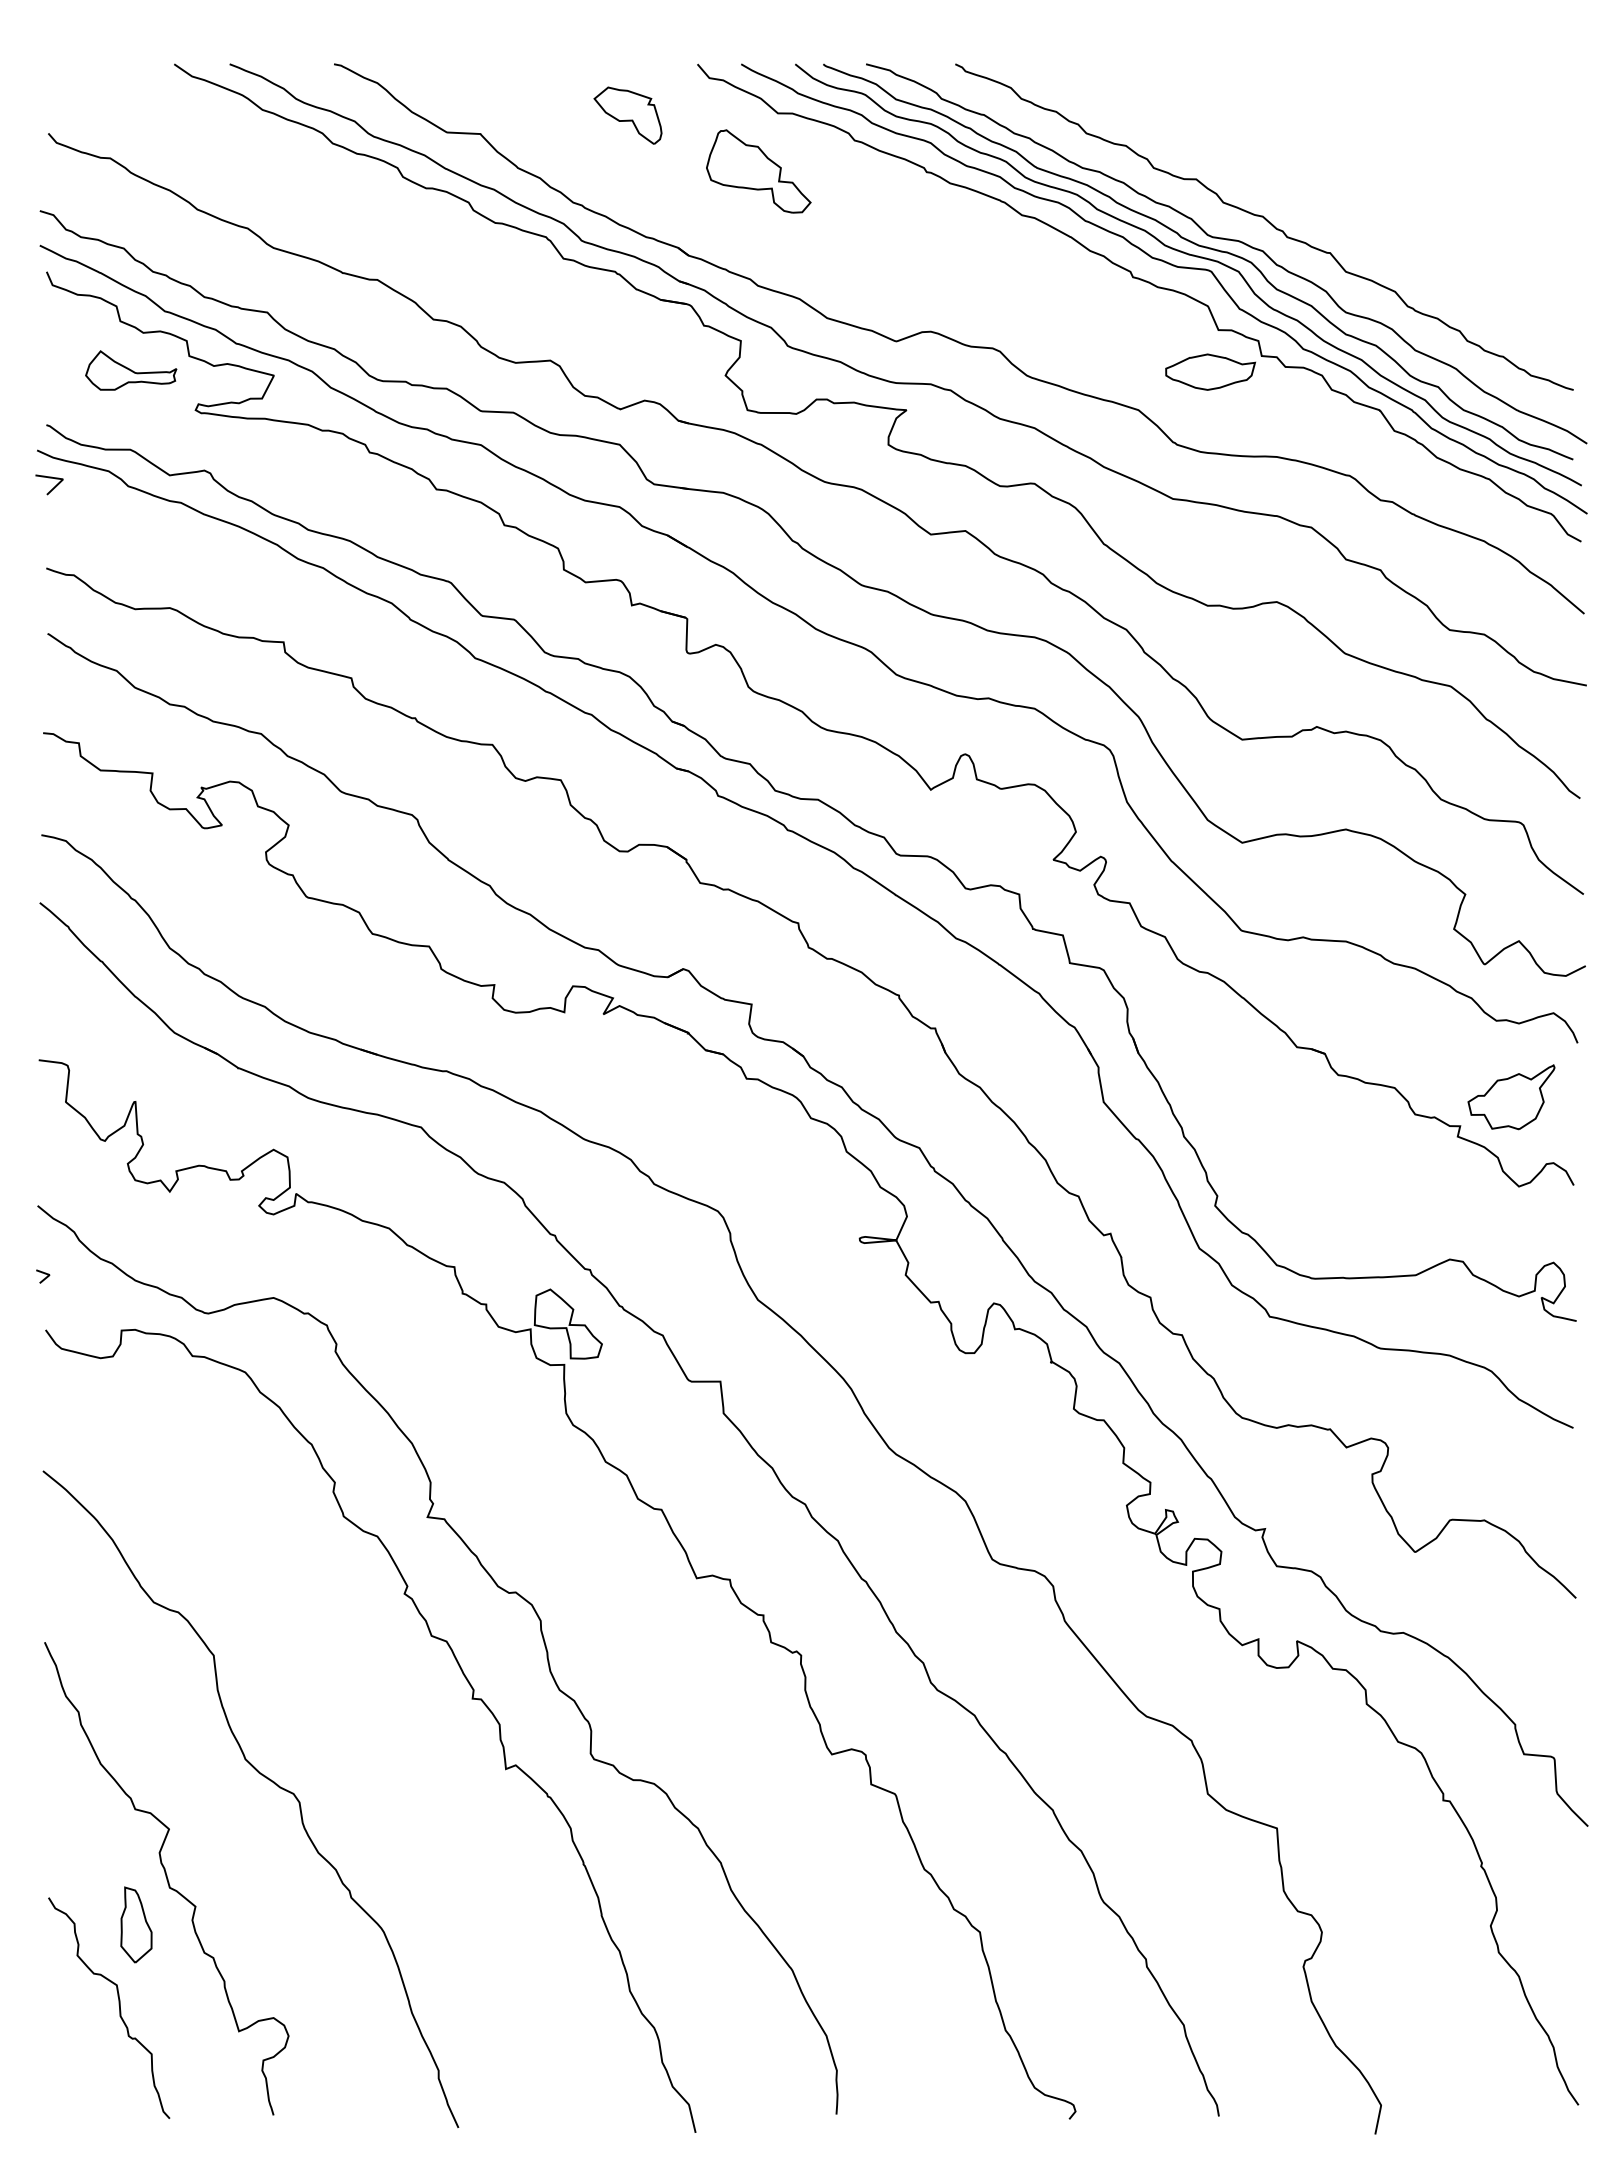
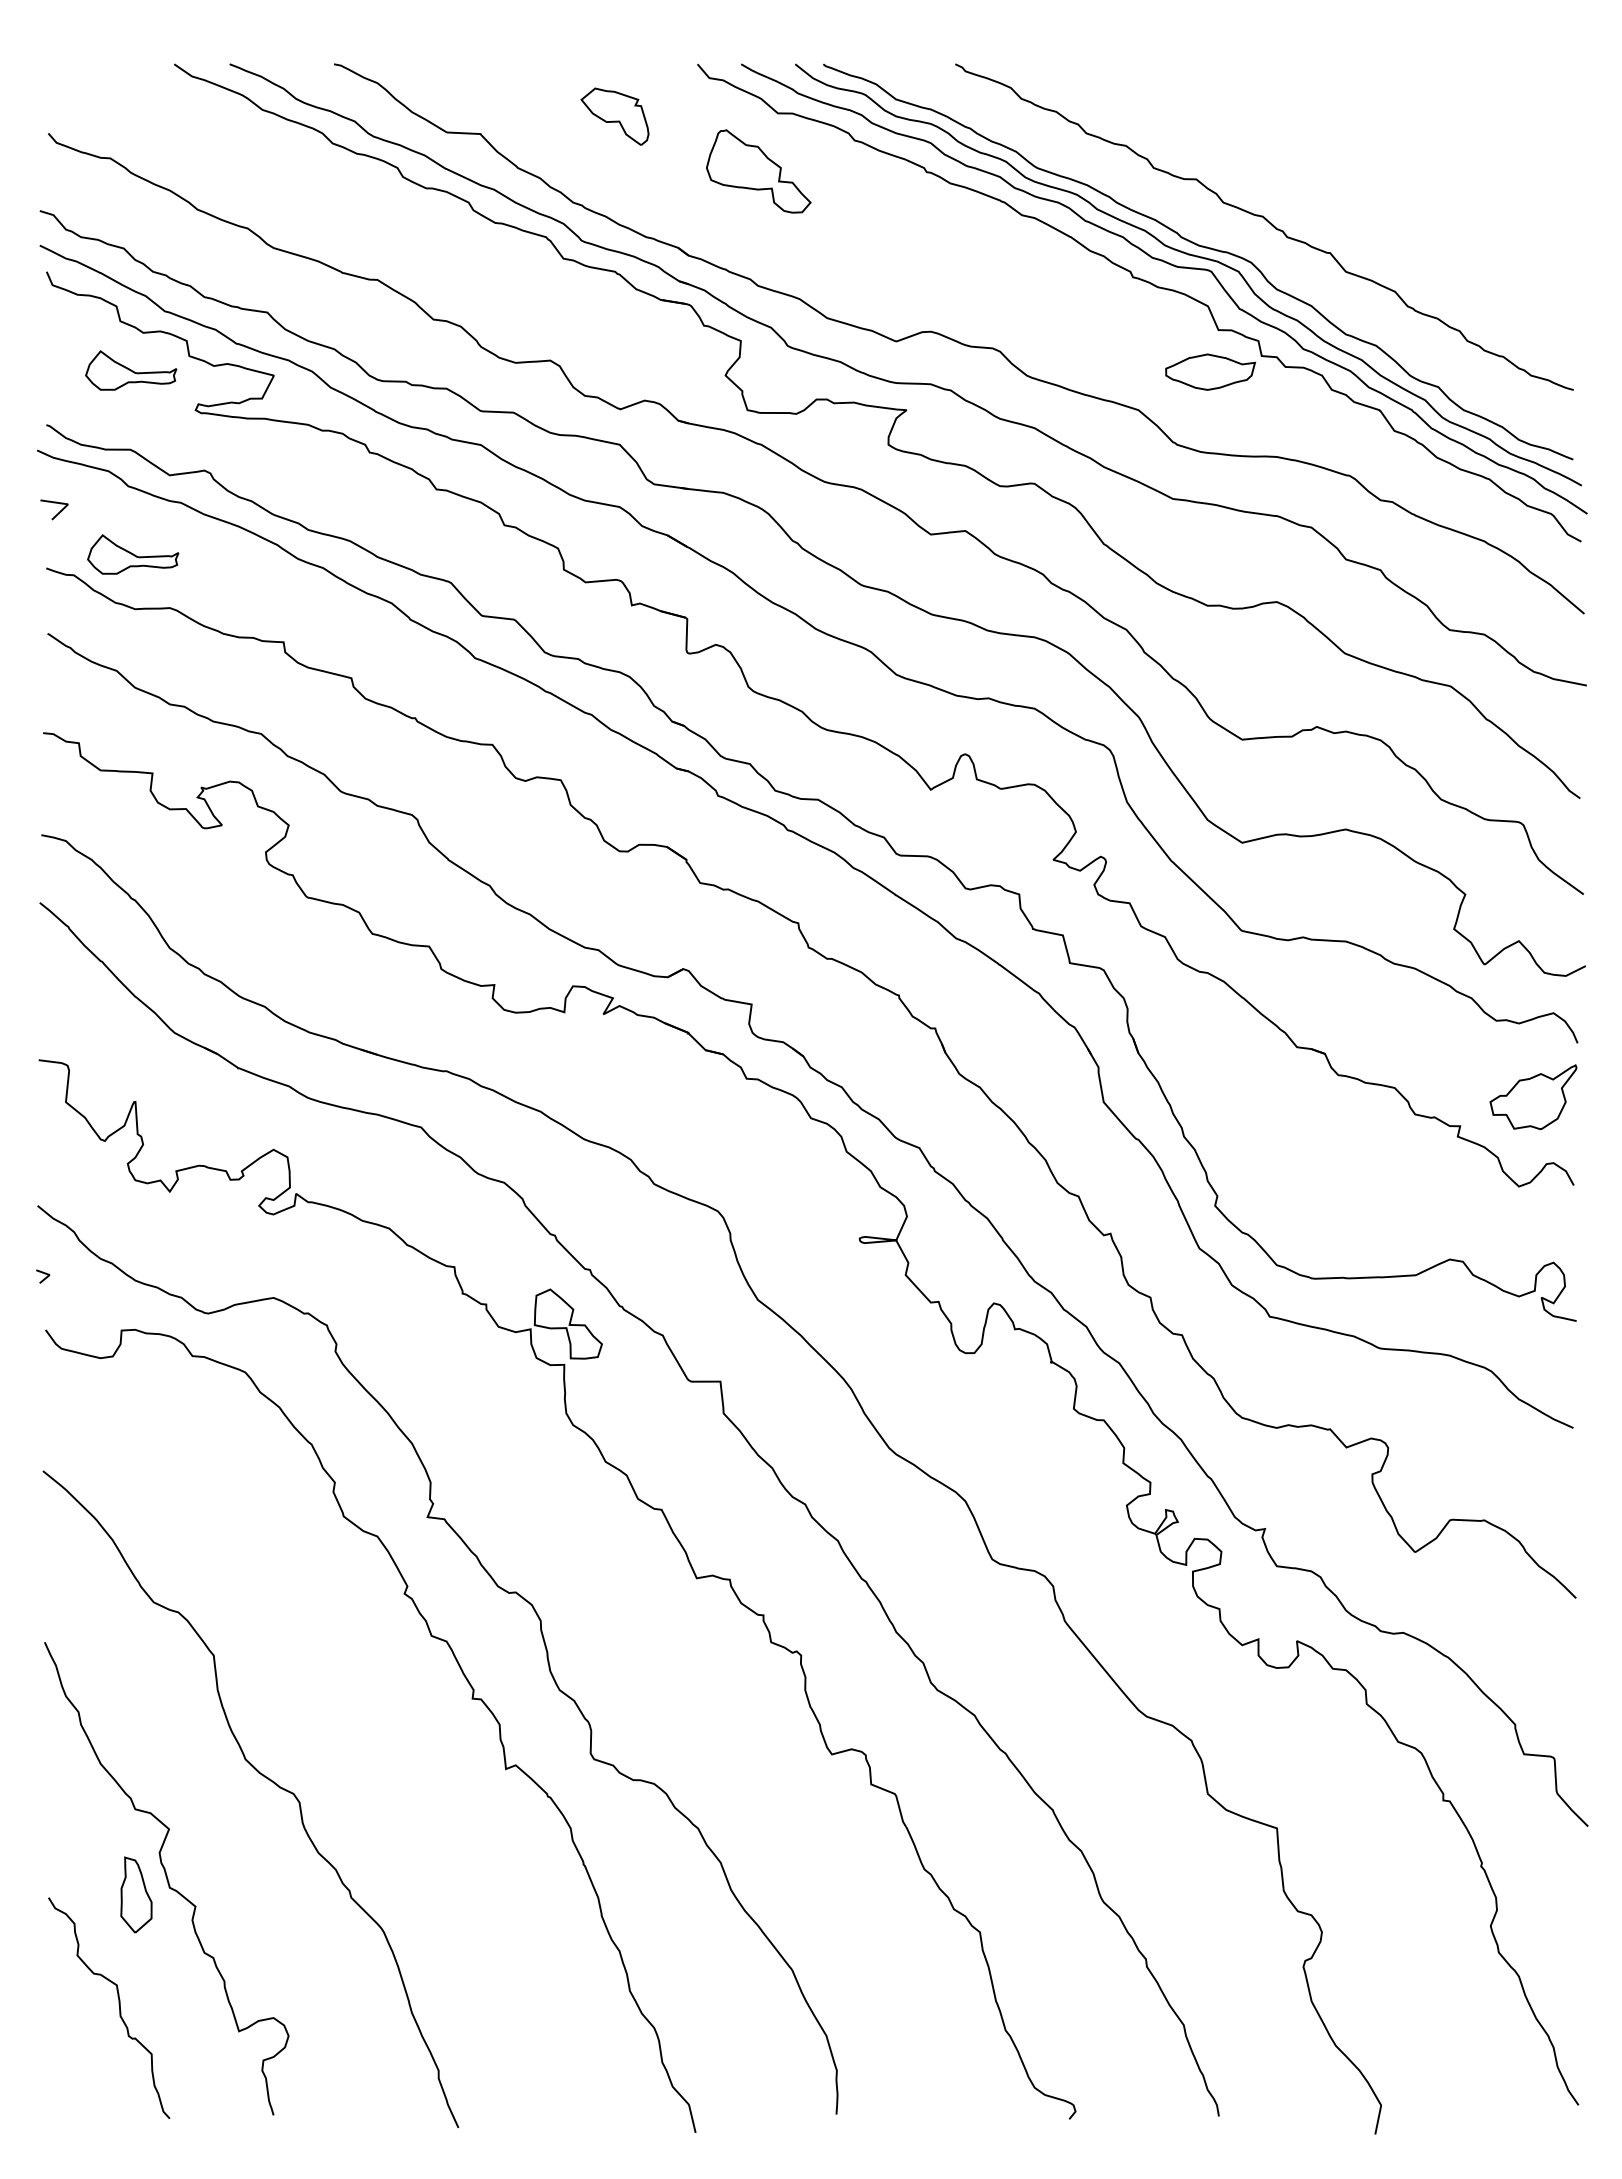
part at (627, 115) position: (627, 115) -> (614, 116)
curve at (1226, 240): present -> none
line at (53, 487) position: (53, 487) -> (58, 512)
part at (133, 554): none -> present
part at (1511, 1097) position: (1511, 1097) -> (1533, 1097)
part at (136, 1924) position: (136, 1924) -> (136, 1894)
